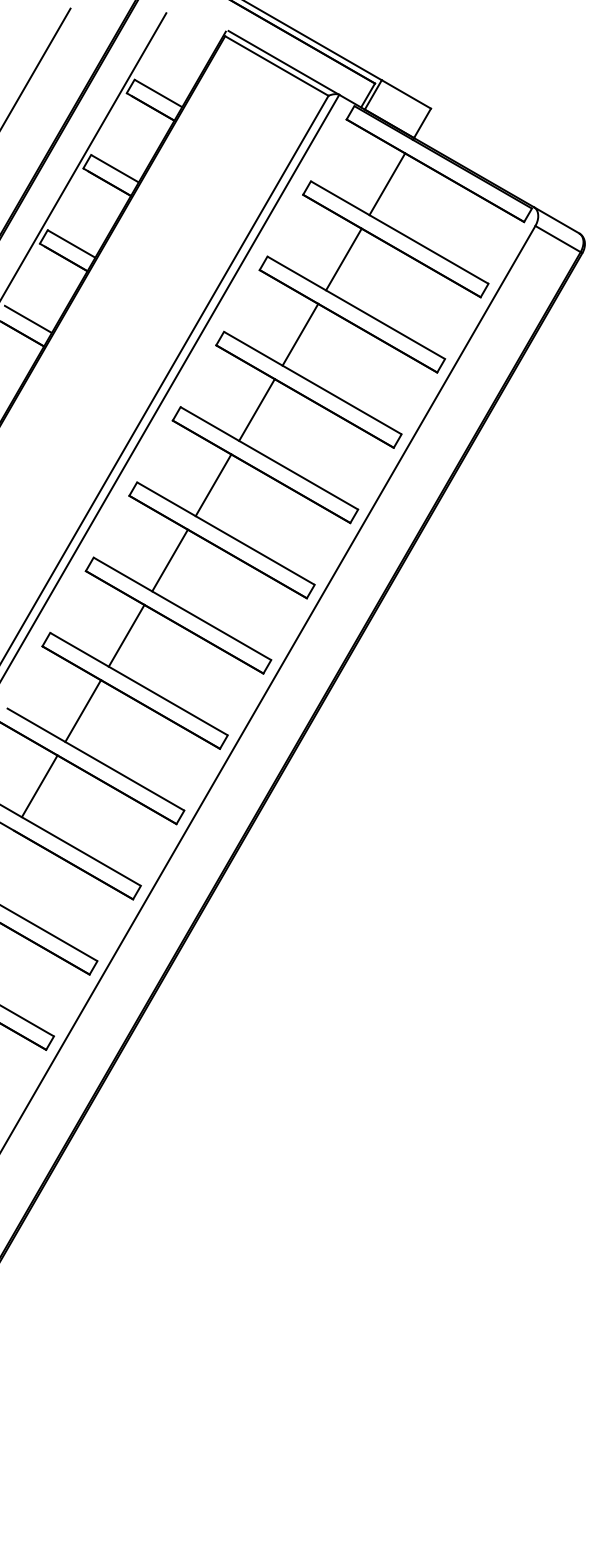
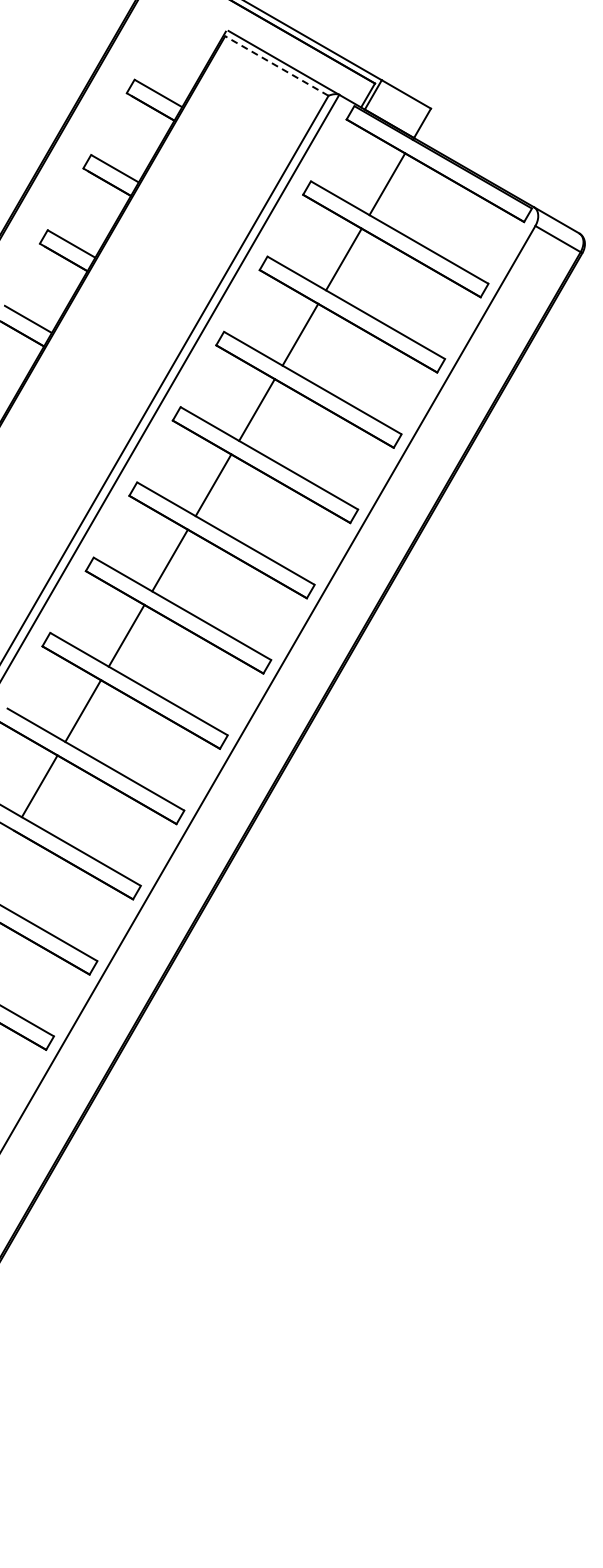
line at (276, 66): solid -> dashed
line at (36, 67): present -> none
line at (84, 155): present -> none
